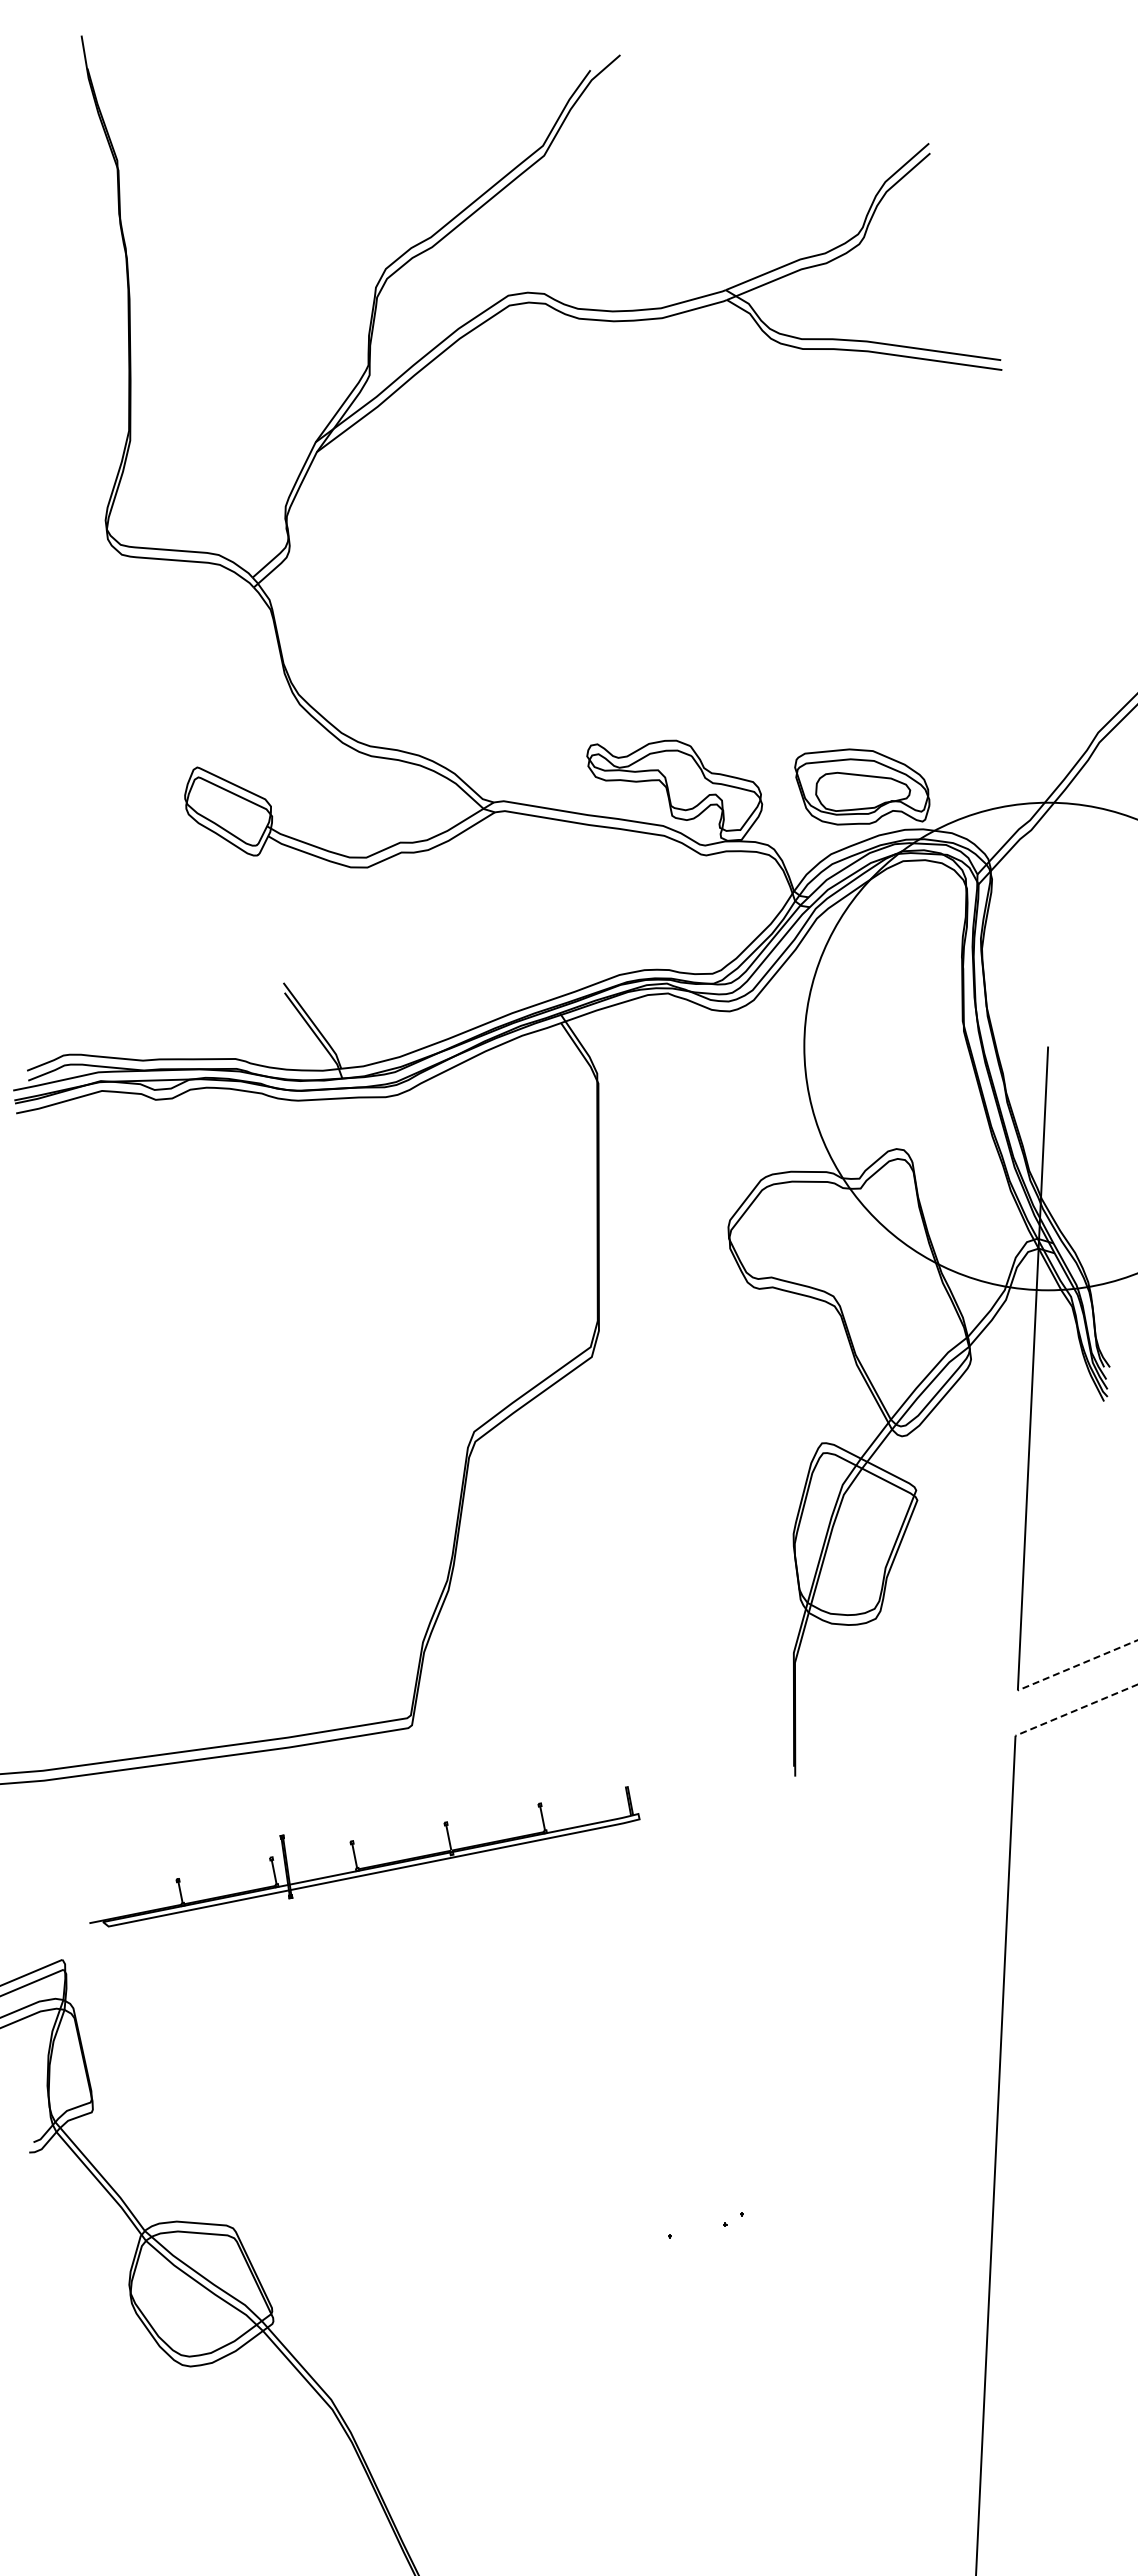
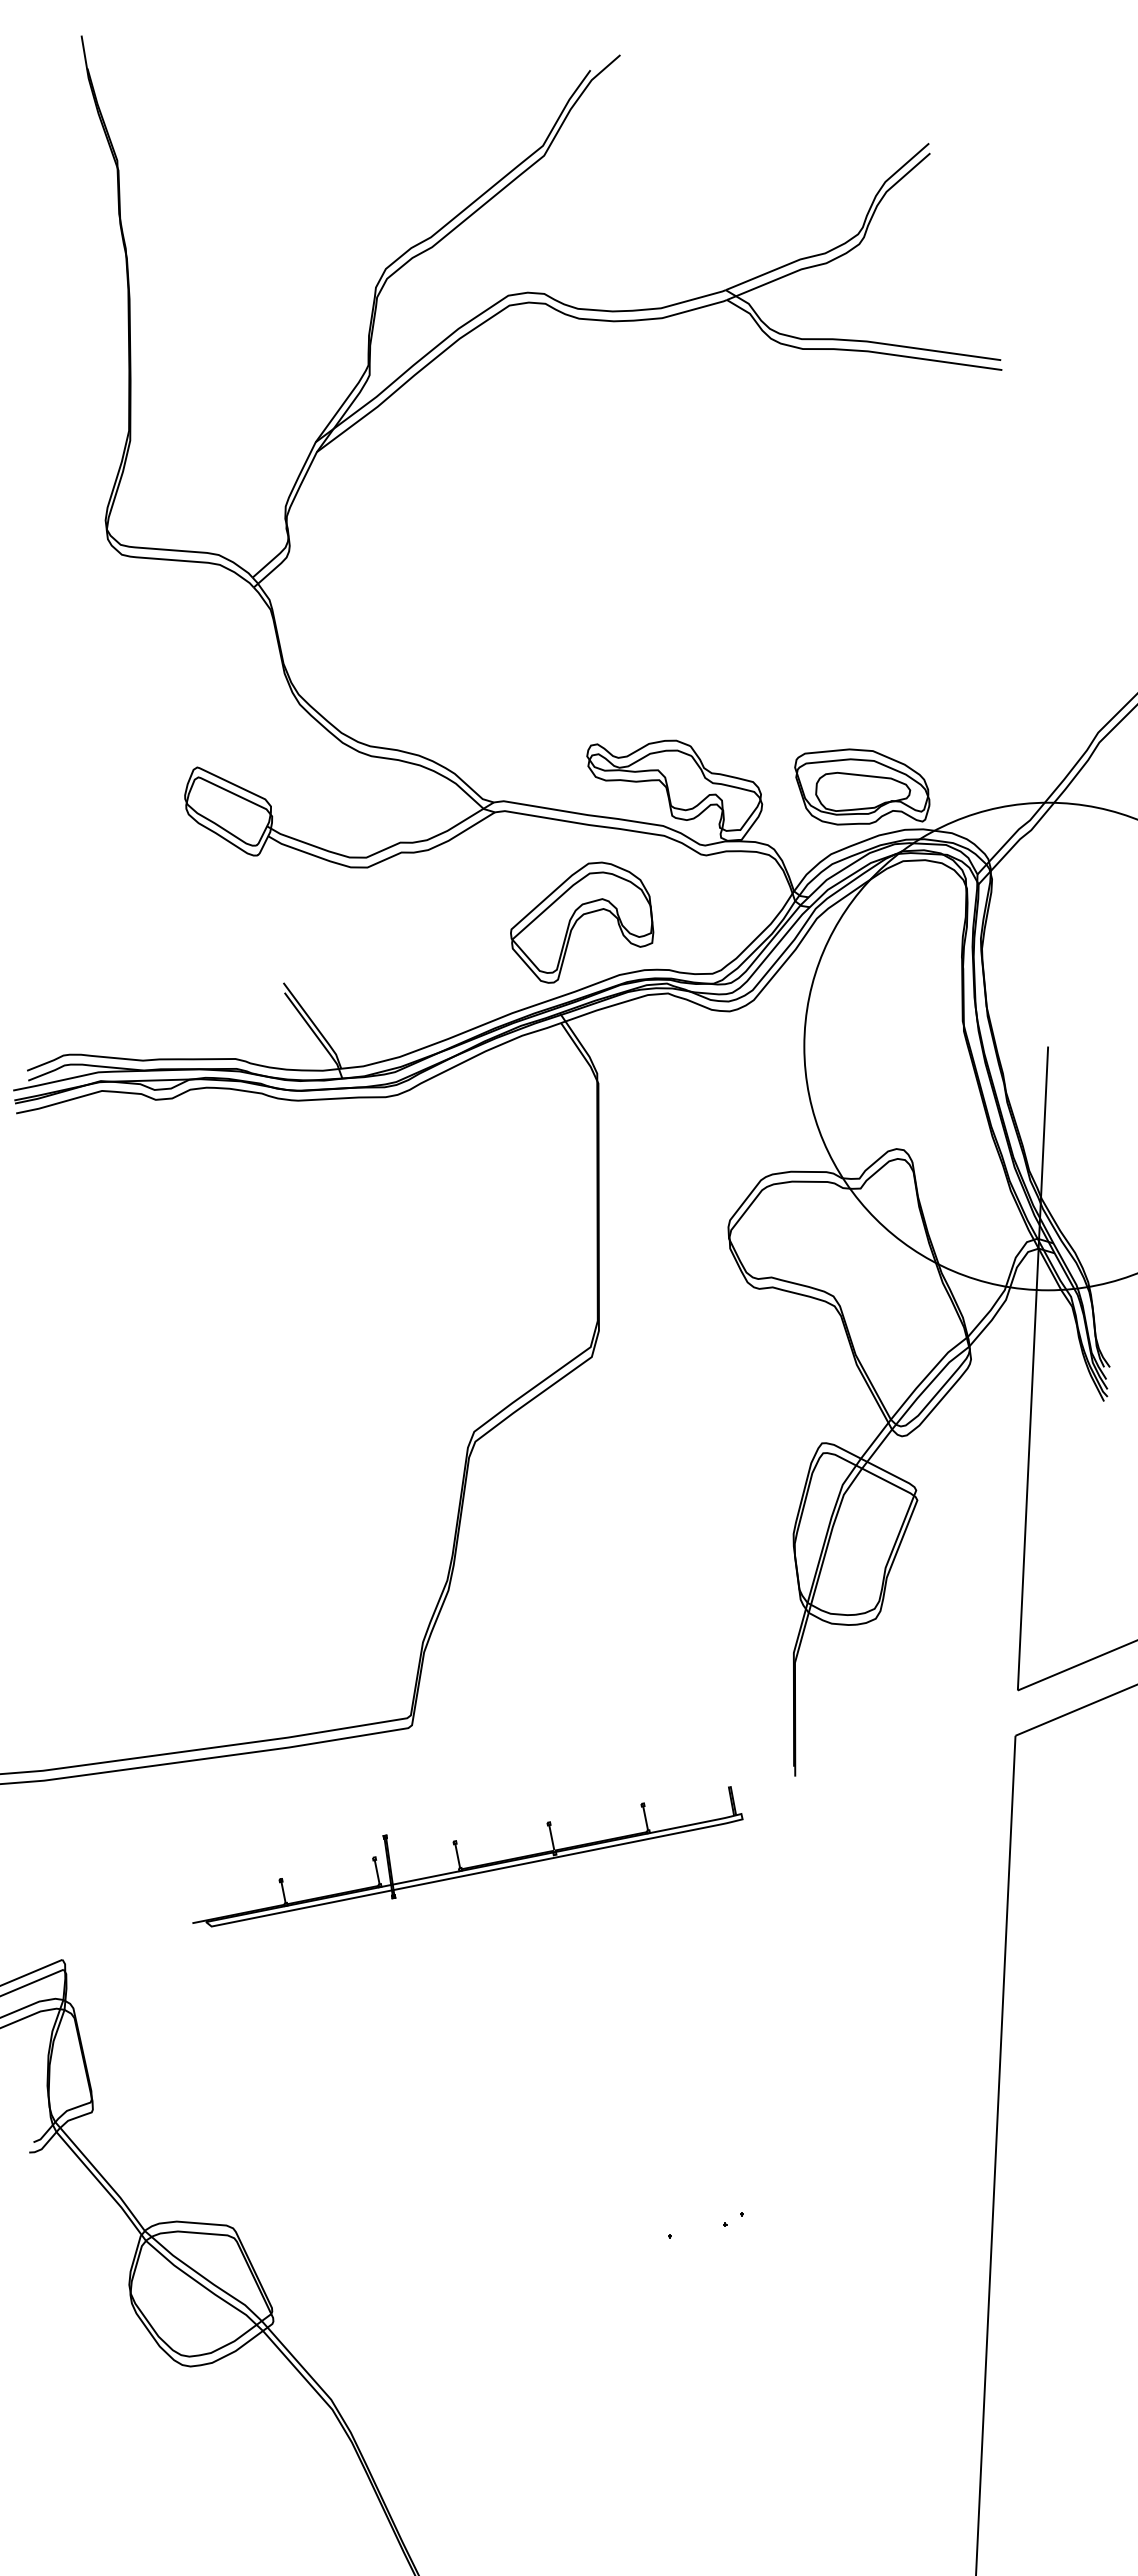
part at (582, 922): none -> present
line at (1077, 1665): dashed -> solid
line at (1076, 1710): dashed -> solid
part at (356, 1858) position: (356, 1858) -> (459, 1858)
